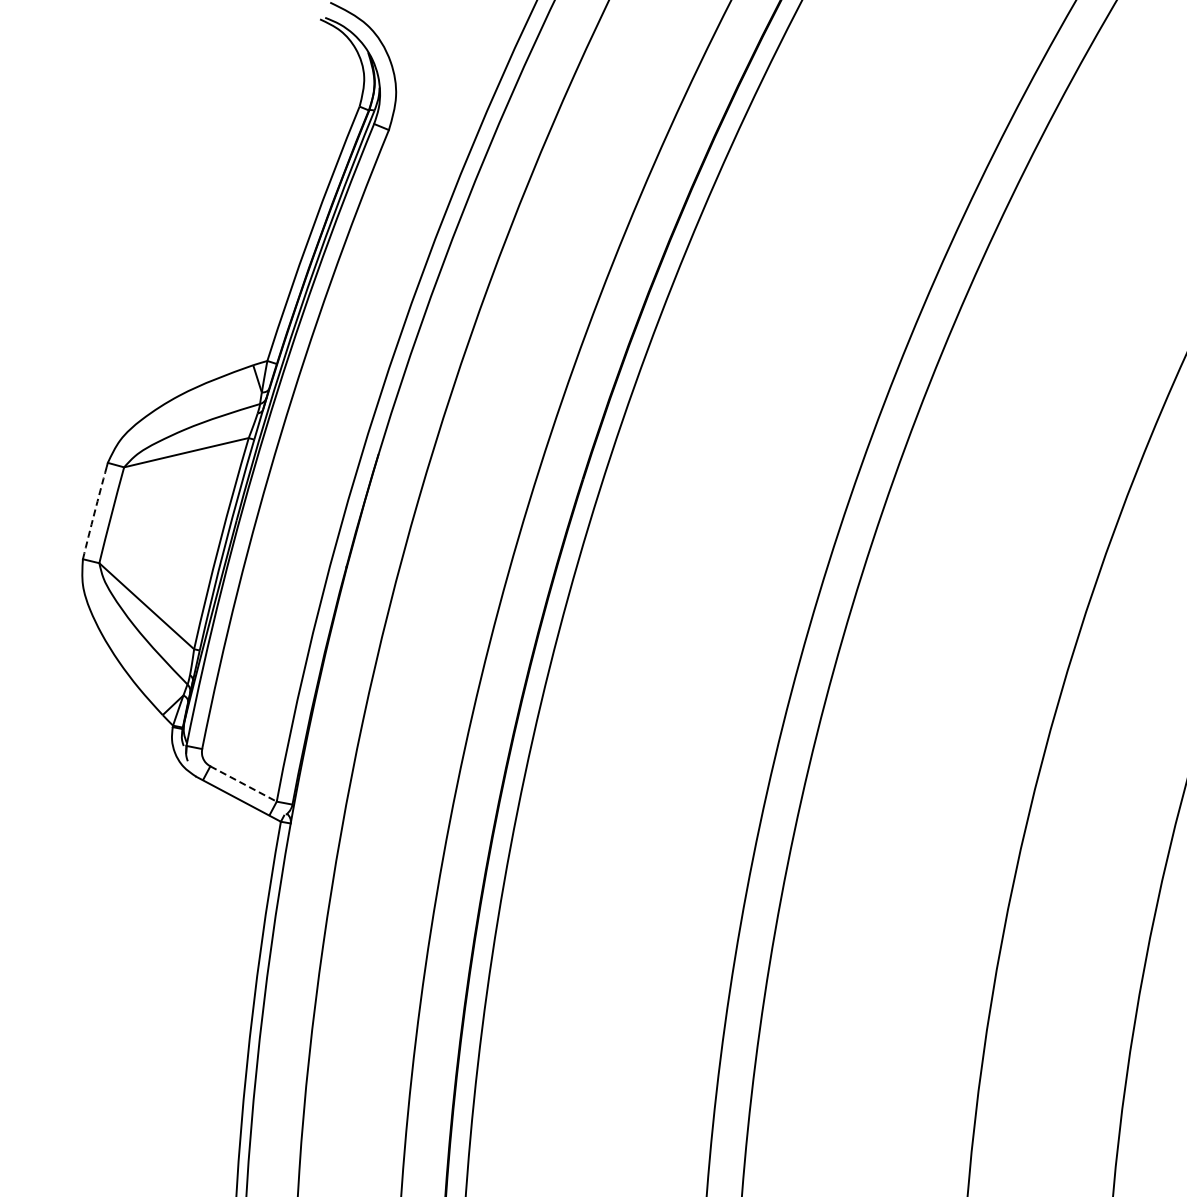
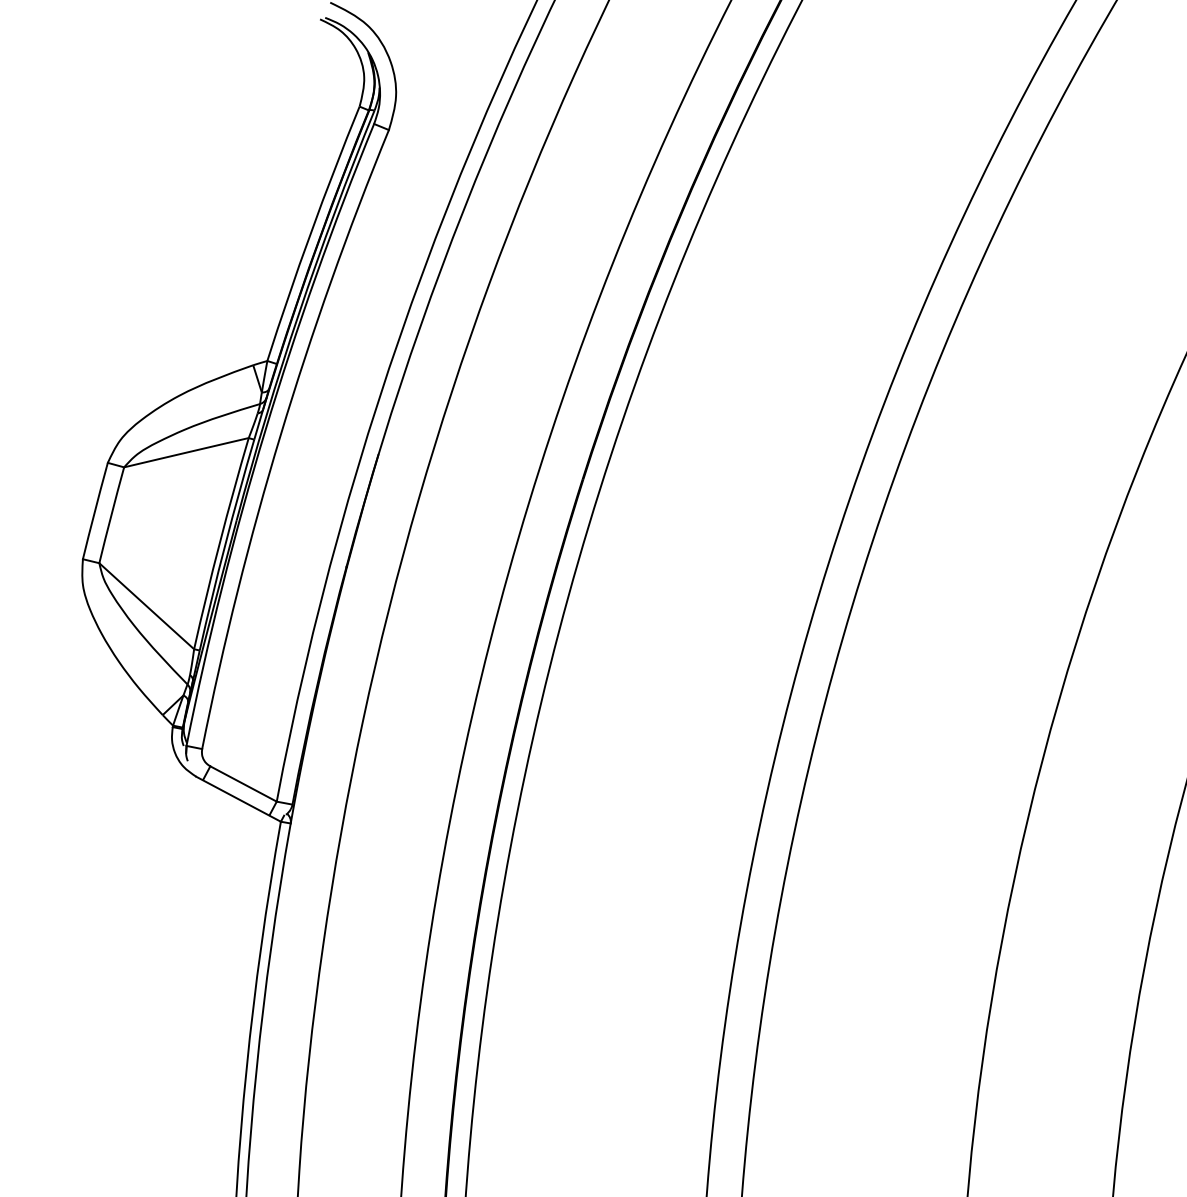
arc at (94, 513): dashed -> solid
line at (243, 784): dashed -> solid
